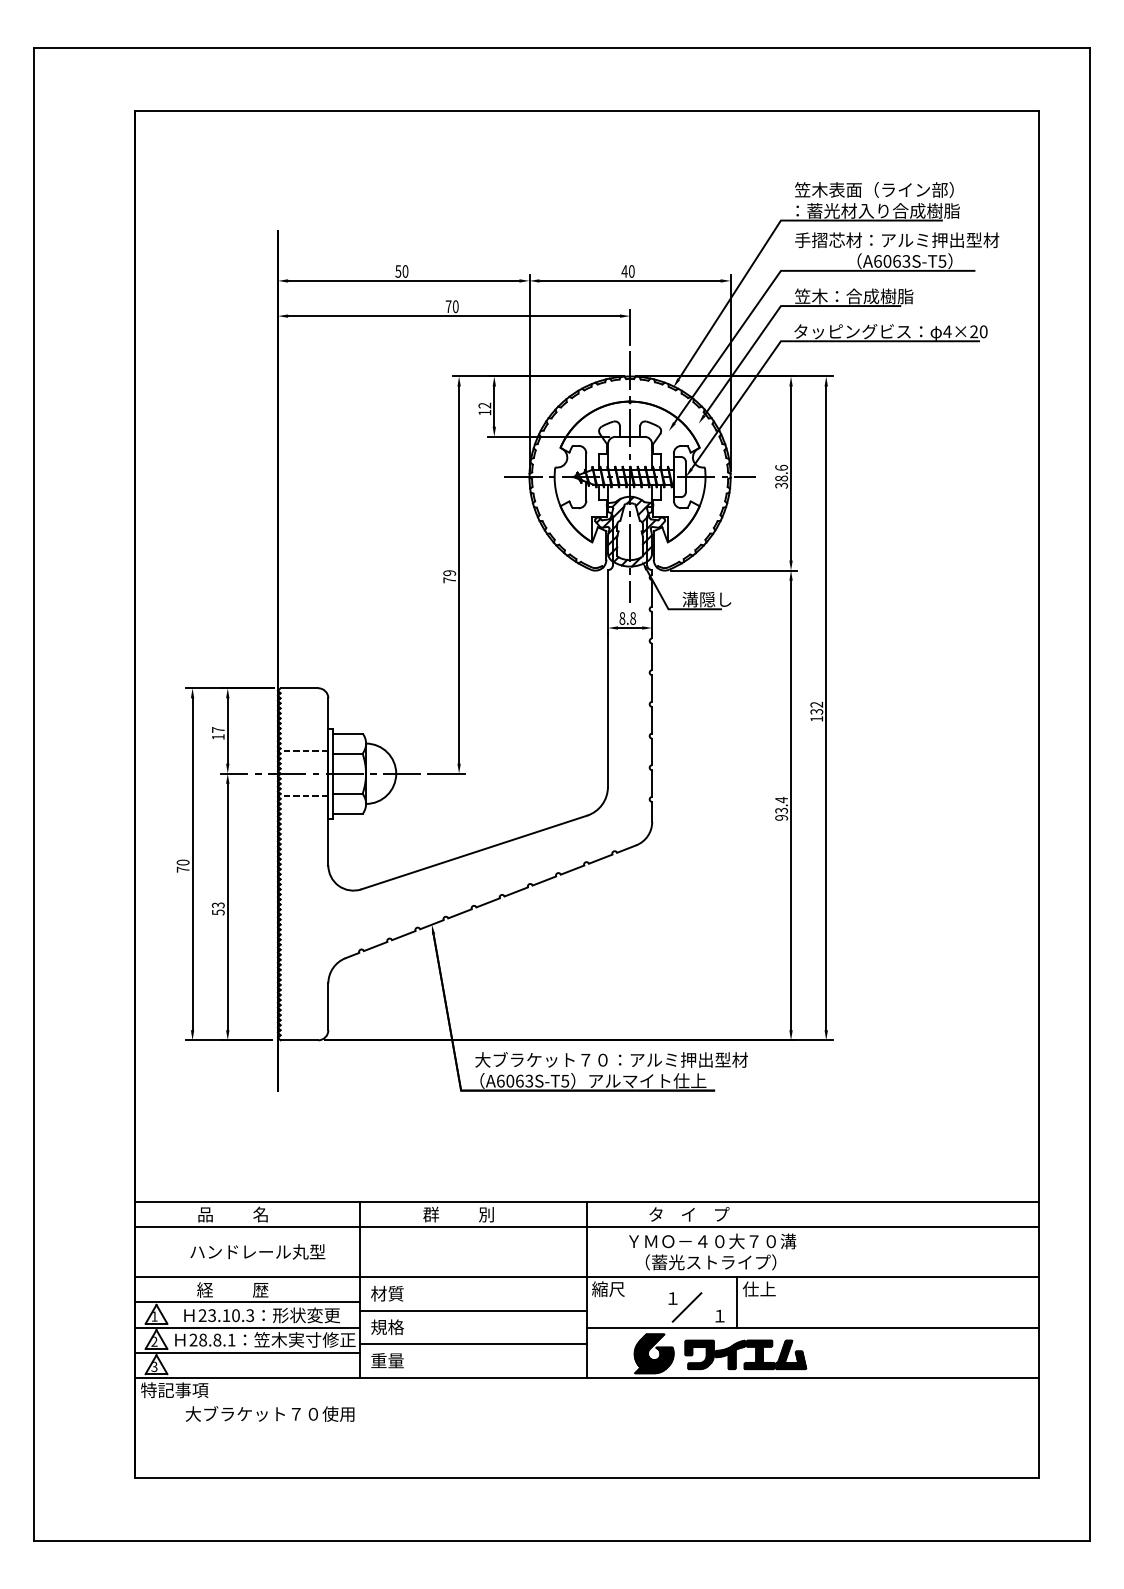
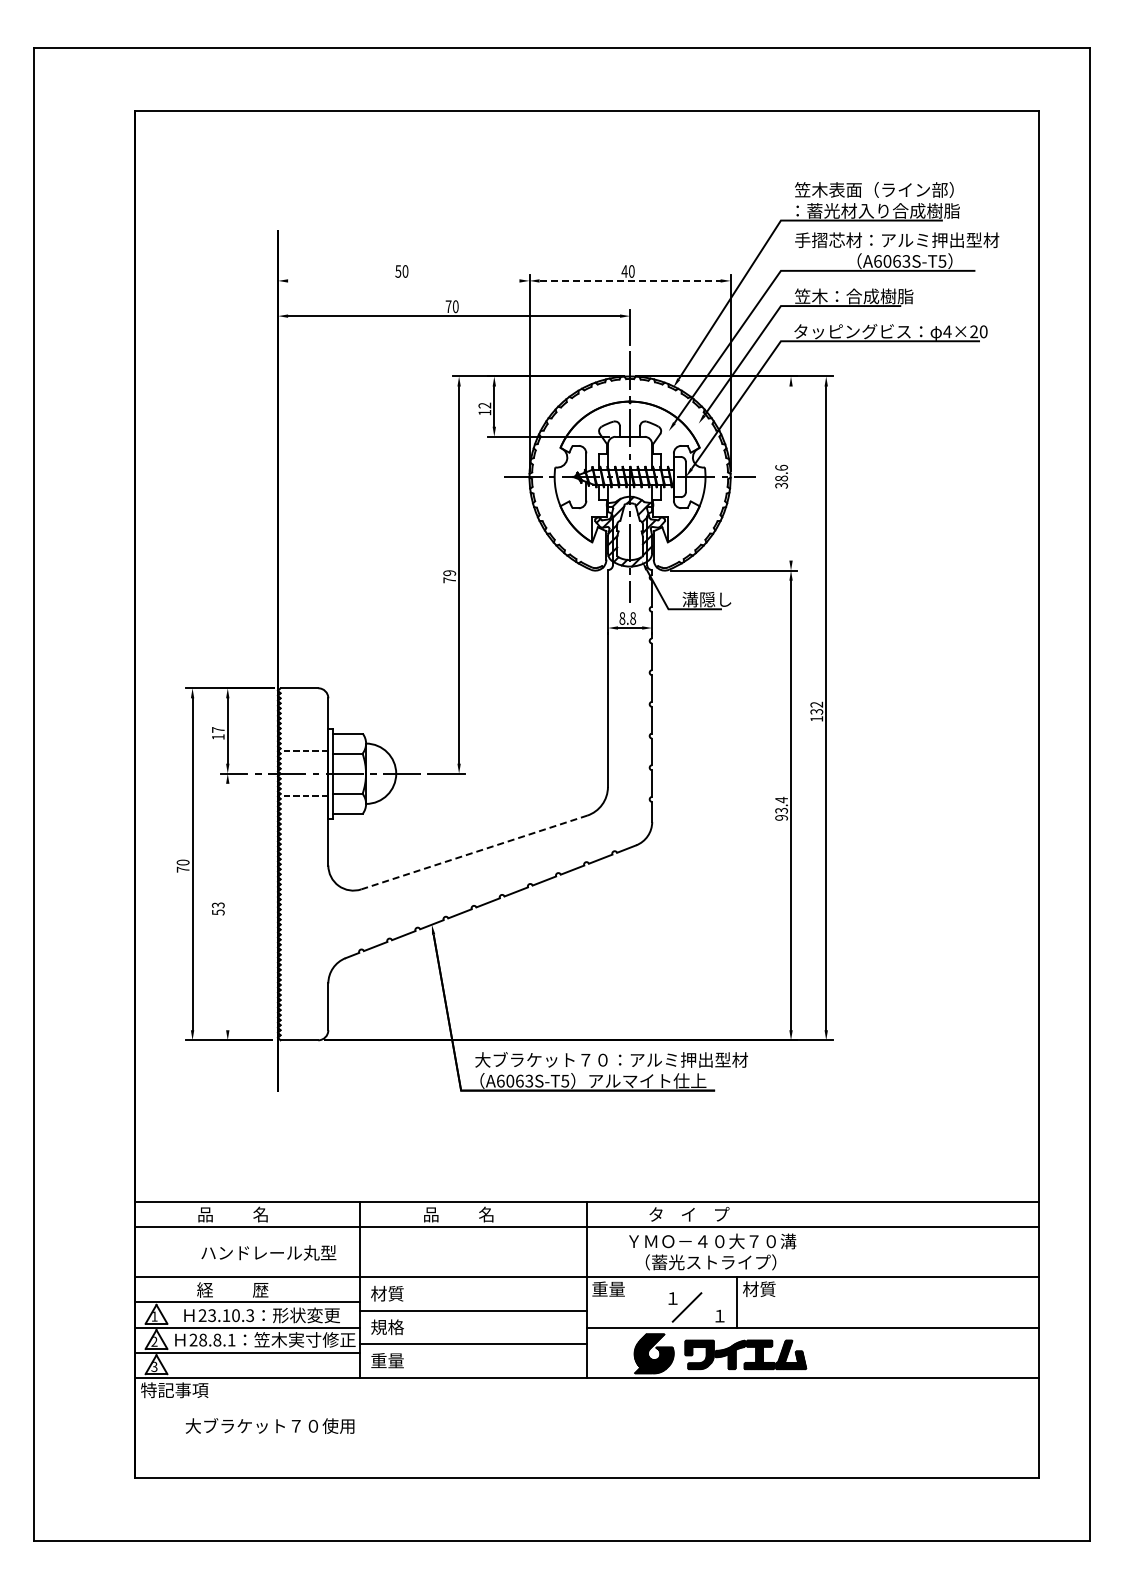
line at (403, 280): present -> none
line at (630, 280): solid -> dashed
line at (791, 473): present -> none
line at (474, 852): solid -> dashed
line at (227, 906): present -> none
text at (458, 1214): 群          別 -> 品          名
text at (257, 1251) position: (257, 1251) -> (268, 1252)
text at (608, 1289): 縮尺 -> 重量
text at (758, 1289): 仕上 -> 材質
text at (270, 1413) position: (270, 1413) -> (270, 1425)
